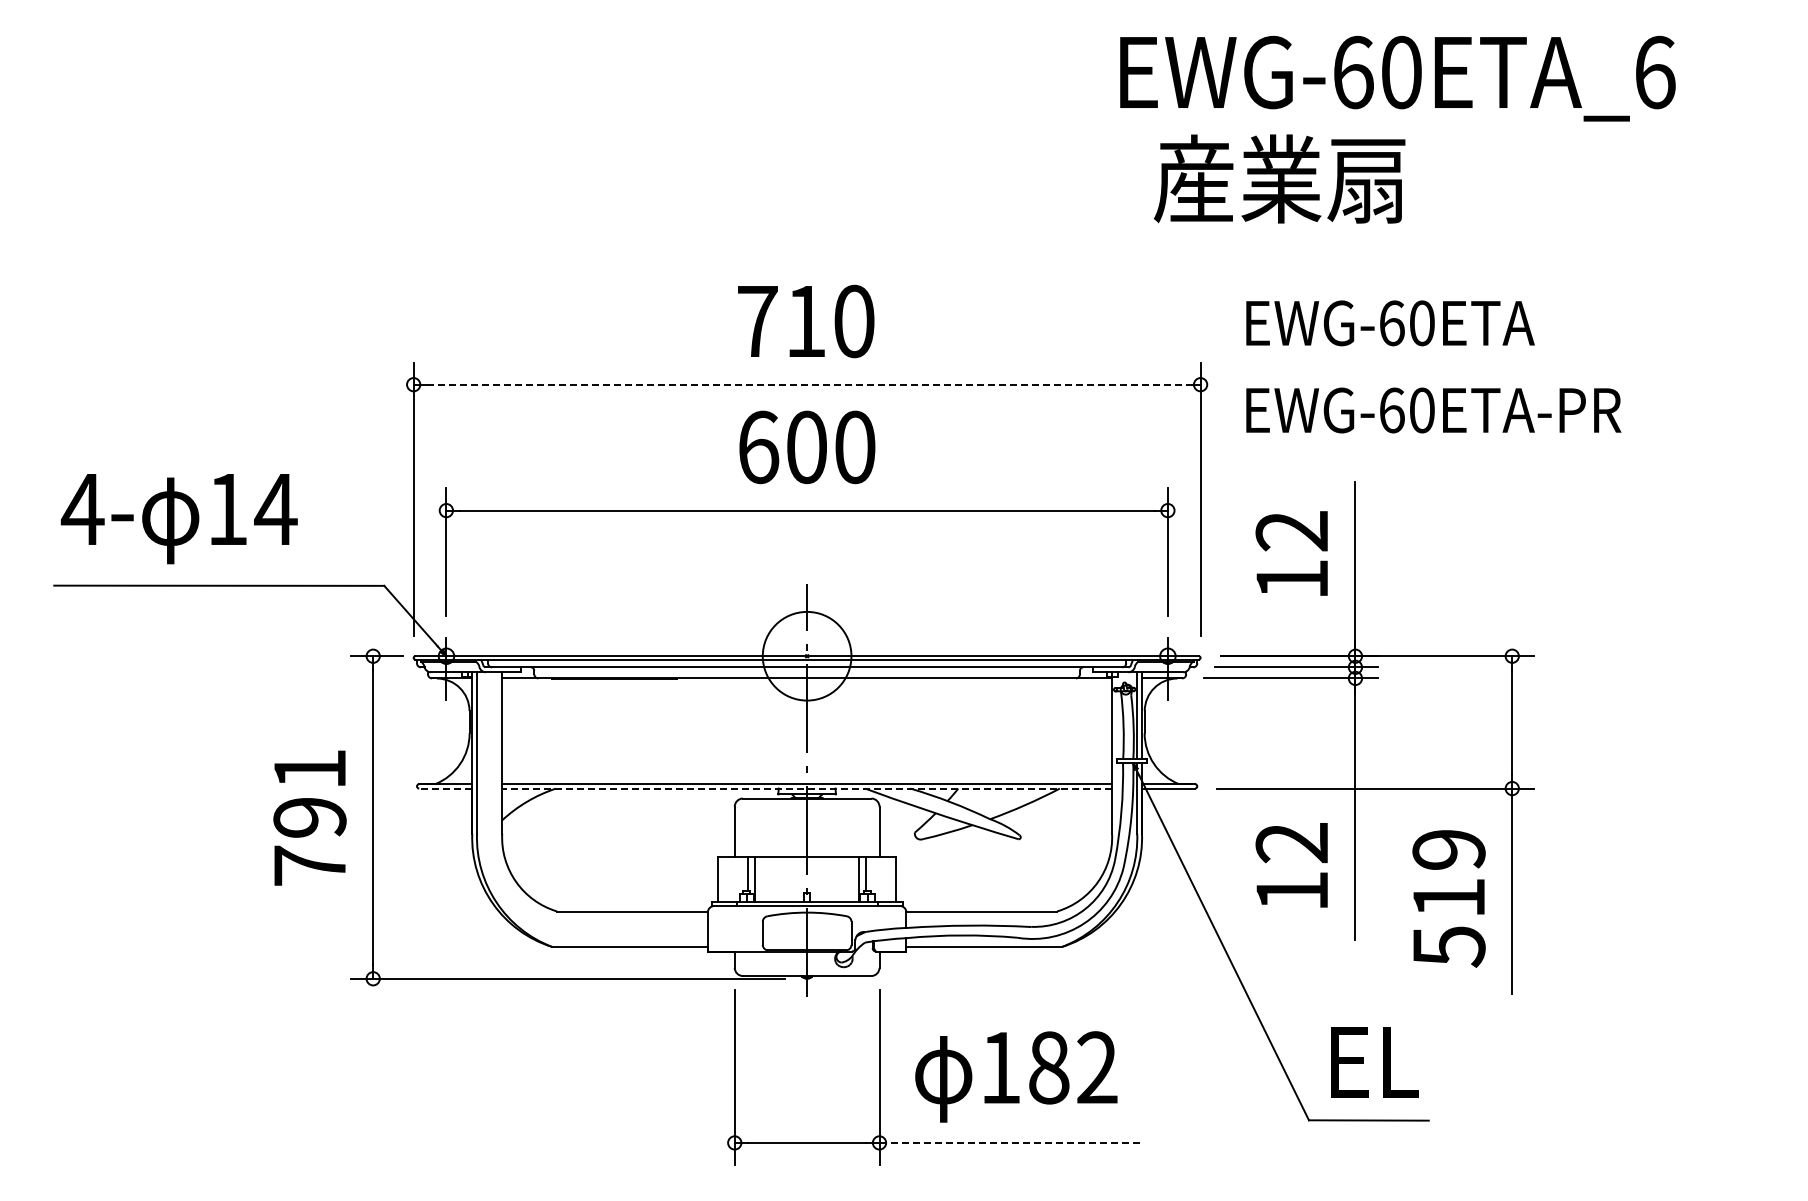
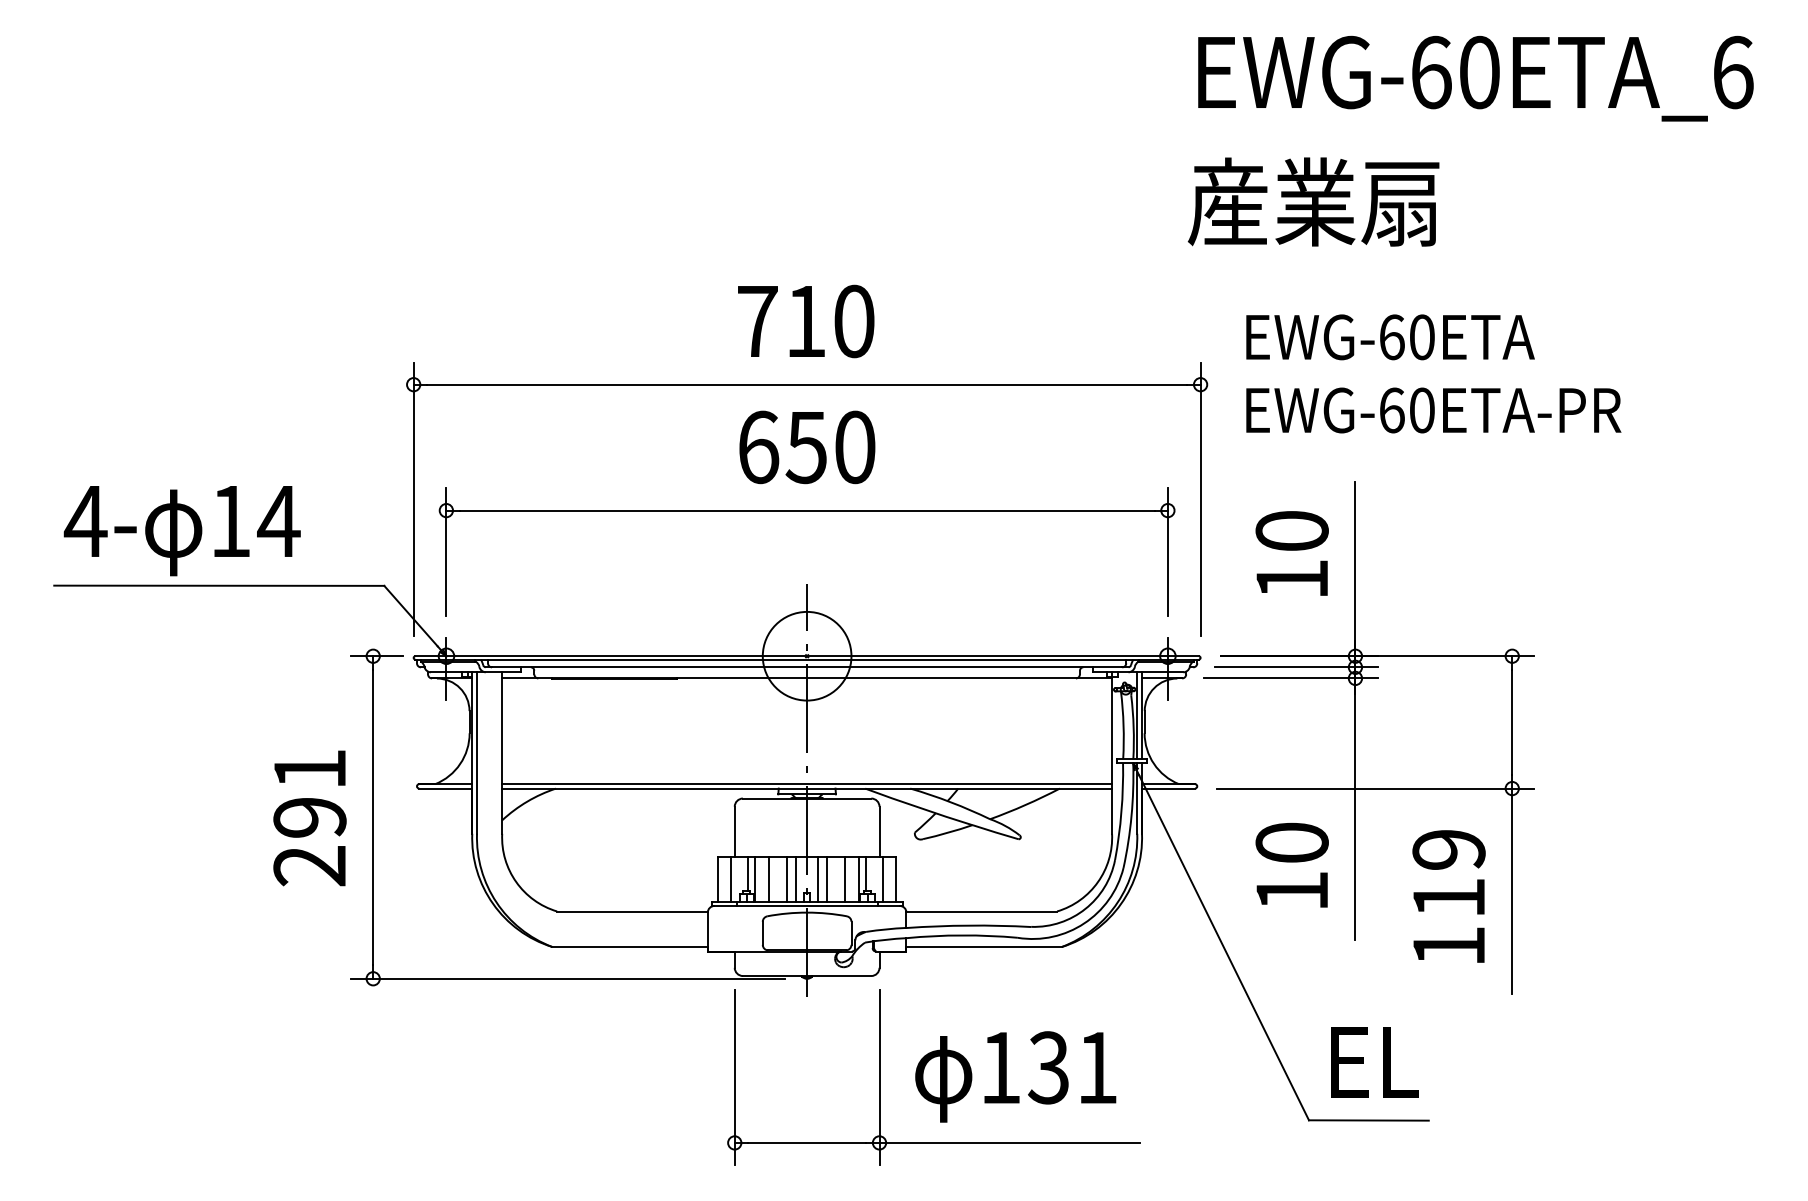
text at (1397, 78) position: (1397, 78) -> (1475, 78)
text at (1279, 178) position: (1279, 178) -> (1313, 201)
text at (1390, 323) position: (1390, 323) -> (1390, 337)
line at (807, 384): dashed -> solid
text at (805, 447): 600 -> 650
text at (178, 519) position: (178, 519) -> (181, 531)
text at (1291, 531): 12 -> 10
line at (445, 788): dashed -> solid
line at (806, 788): dashed -> solid
text at (1291, 842): 12 -> 10
text at (309, 865): 791 -> 291
line at (731, 879): none -> present
line at (769, 879): none -> present
line at (786, 879): none -> present
line at (795, 879): none -> present
line at (818, 879): none -> present
line at (827, 879): none -> present
line at (845, 879): none -> present
line at (882, 879): none -> present
text at (1449, 946): 519 -> 119
text at (1072, 1067): 182 -> 131
line at (1010, 1142): dashed -> solid
